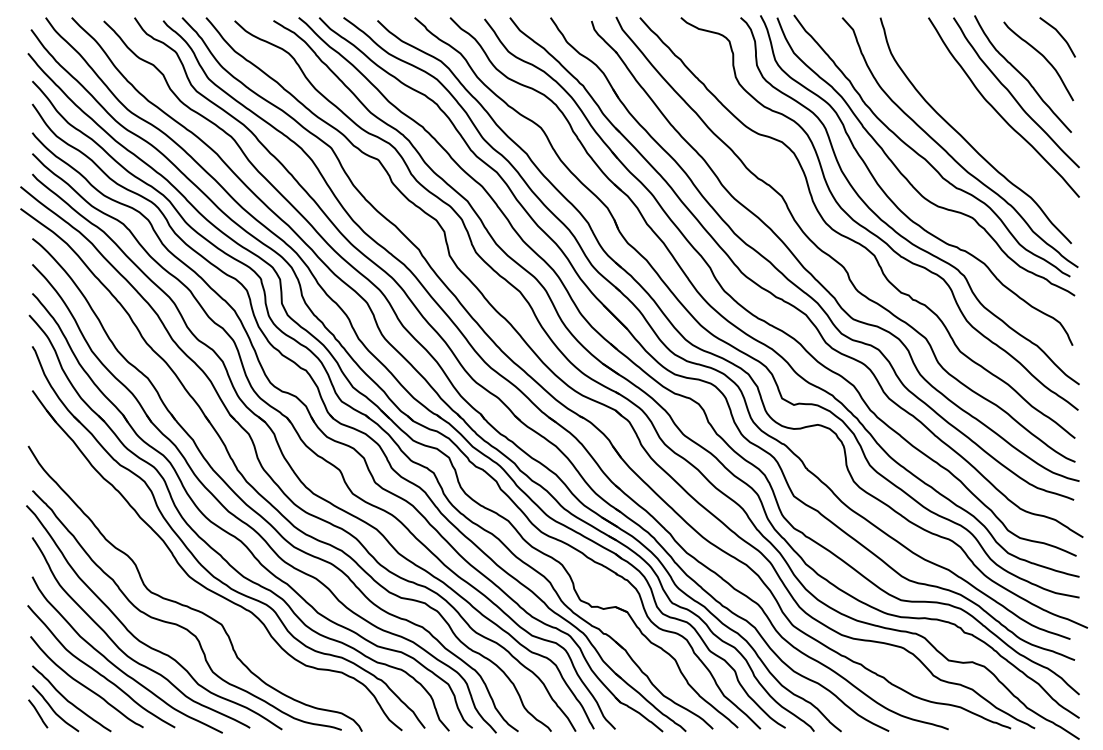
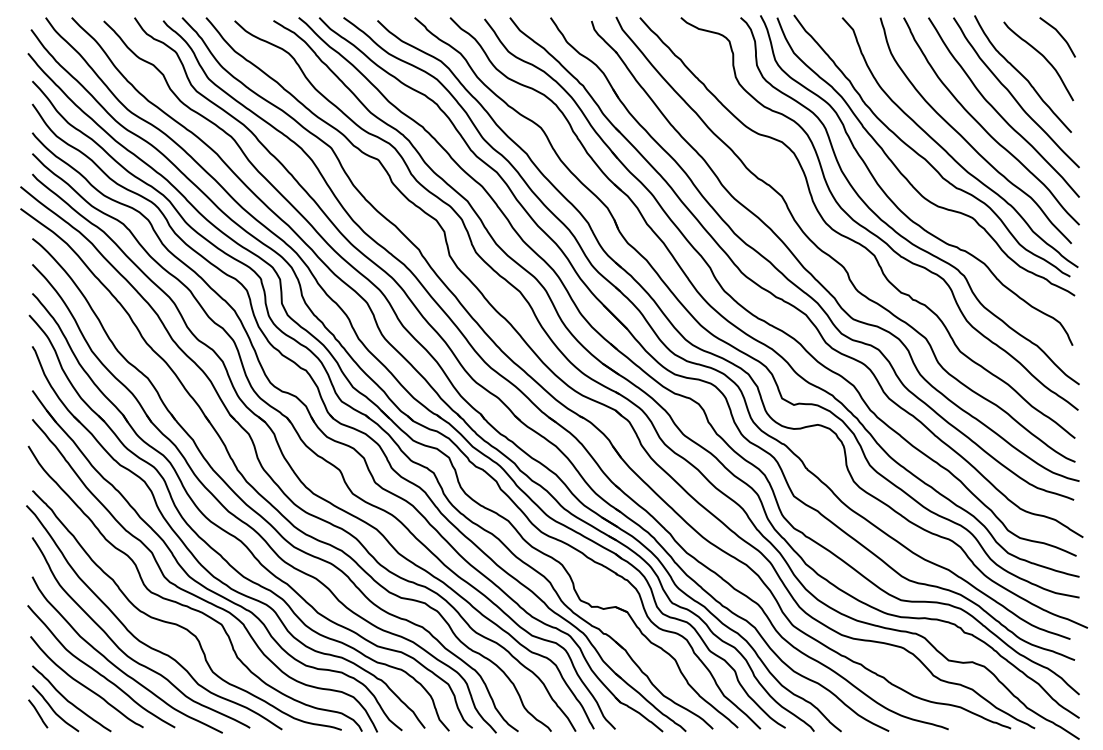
curve at (982, 125): none -> present
curve at (195, 594): none -> present
